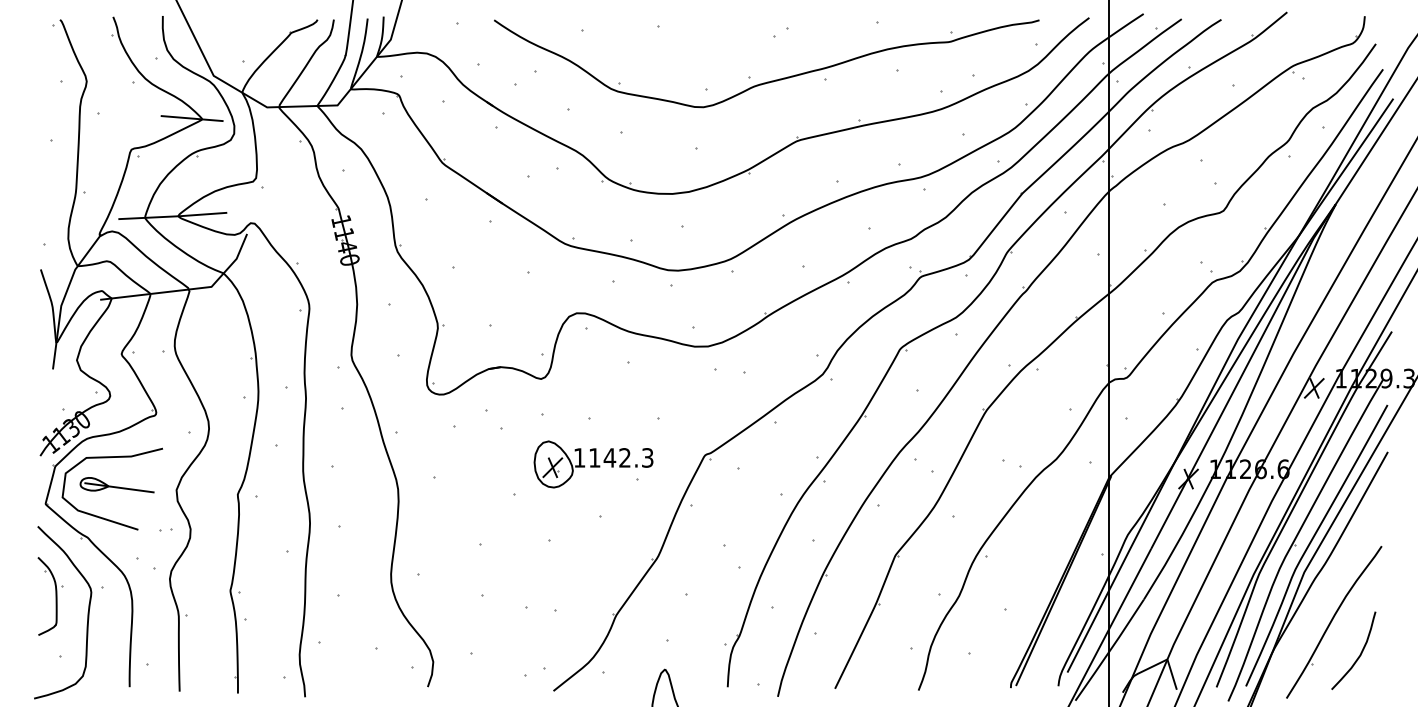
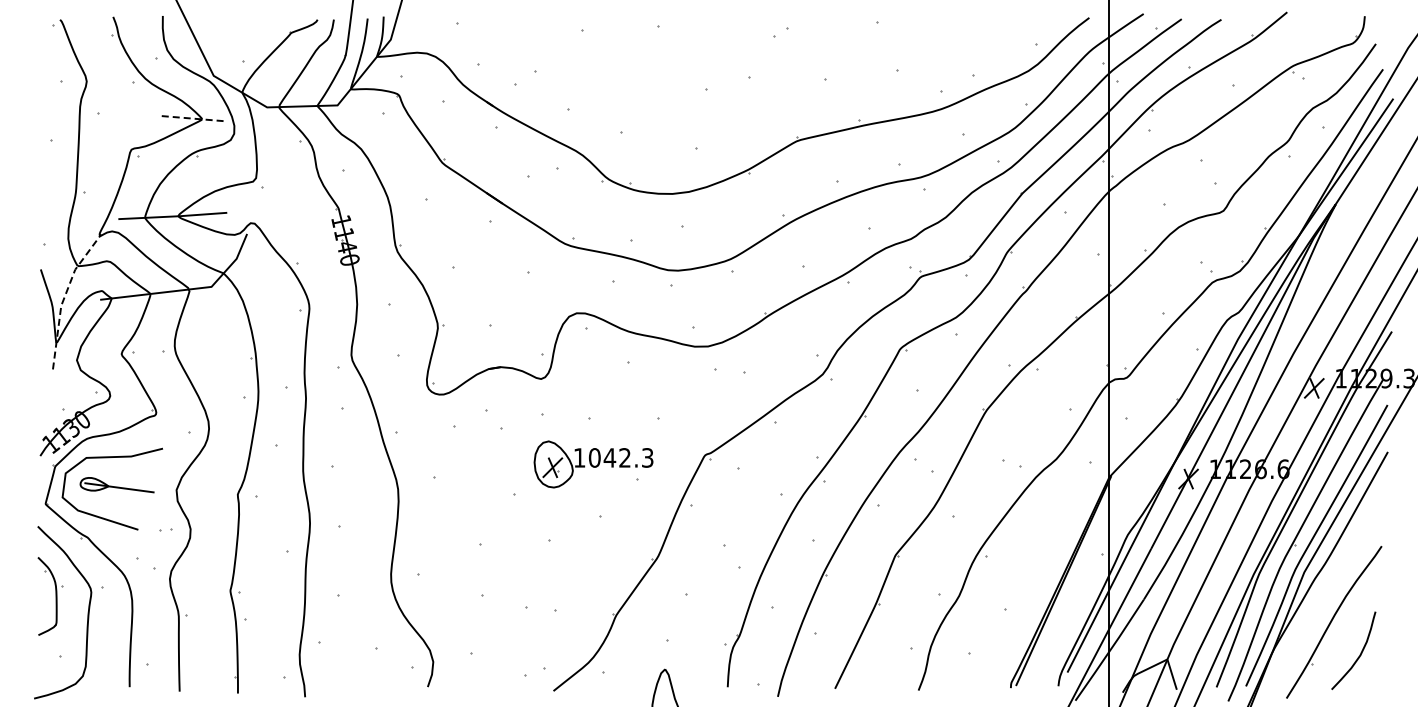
part at (771, 80): present -> none
line at (192, 118): solid -> dashed
line at (64, 297): solid -> dashed
text at (594, 457): 1142.3 -> 1042.3
